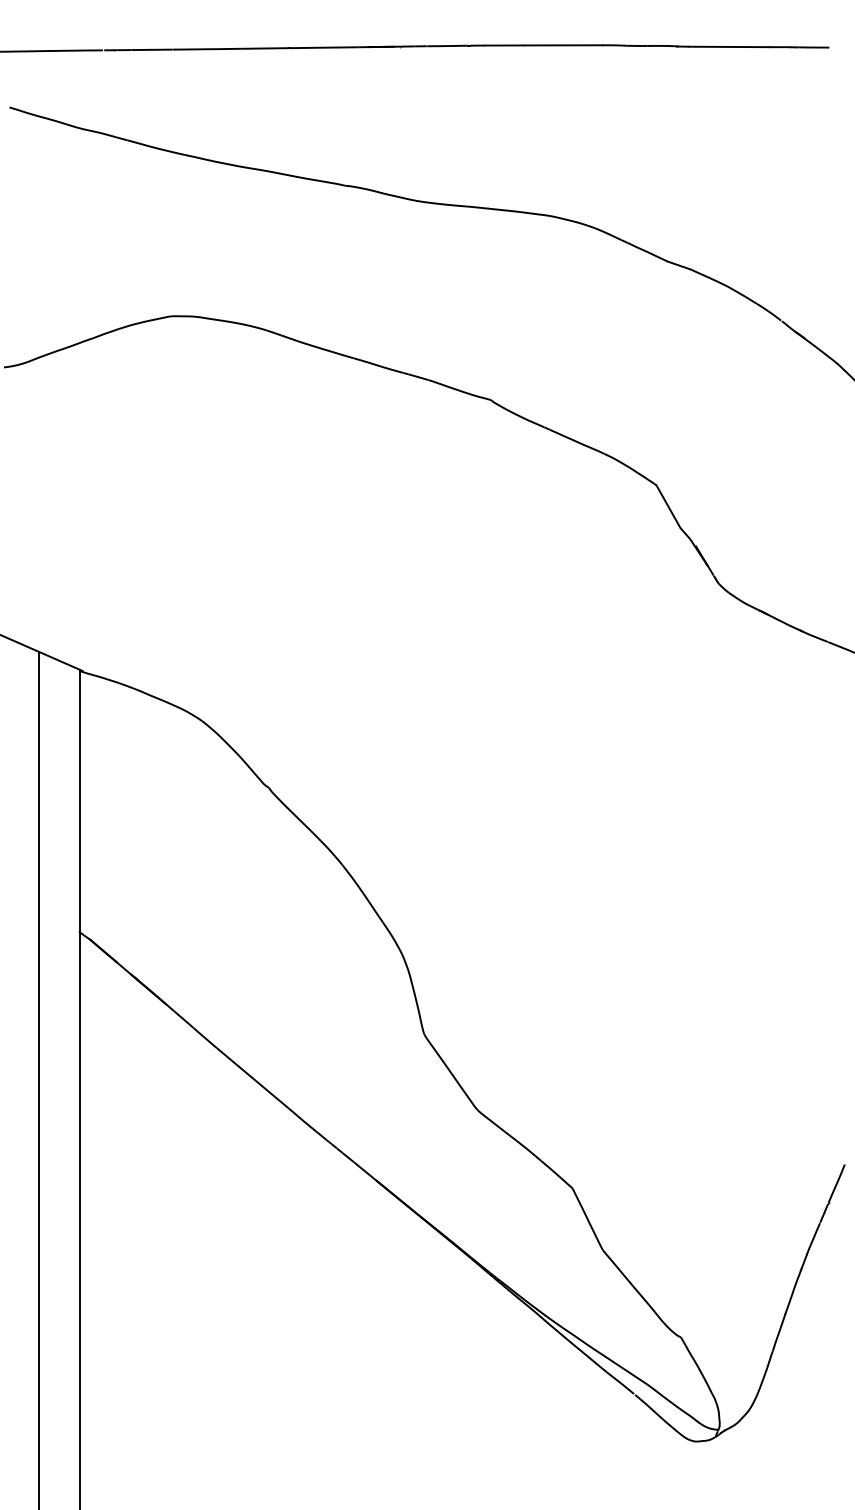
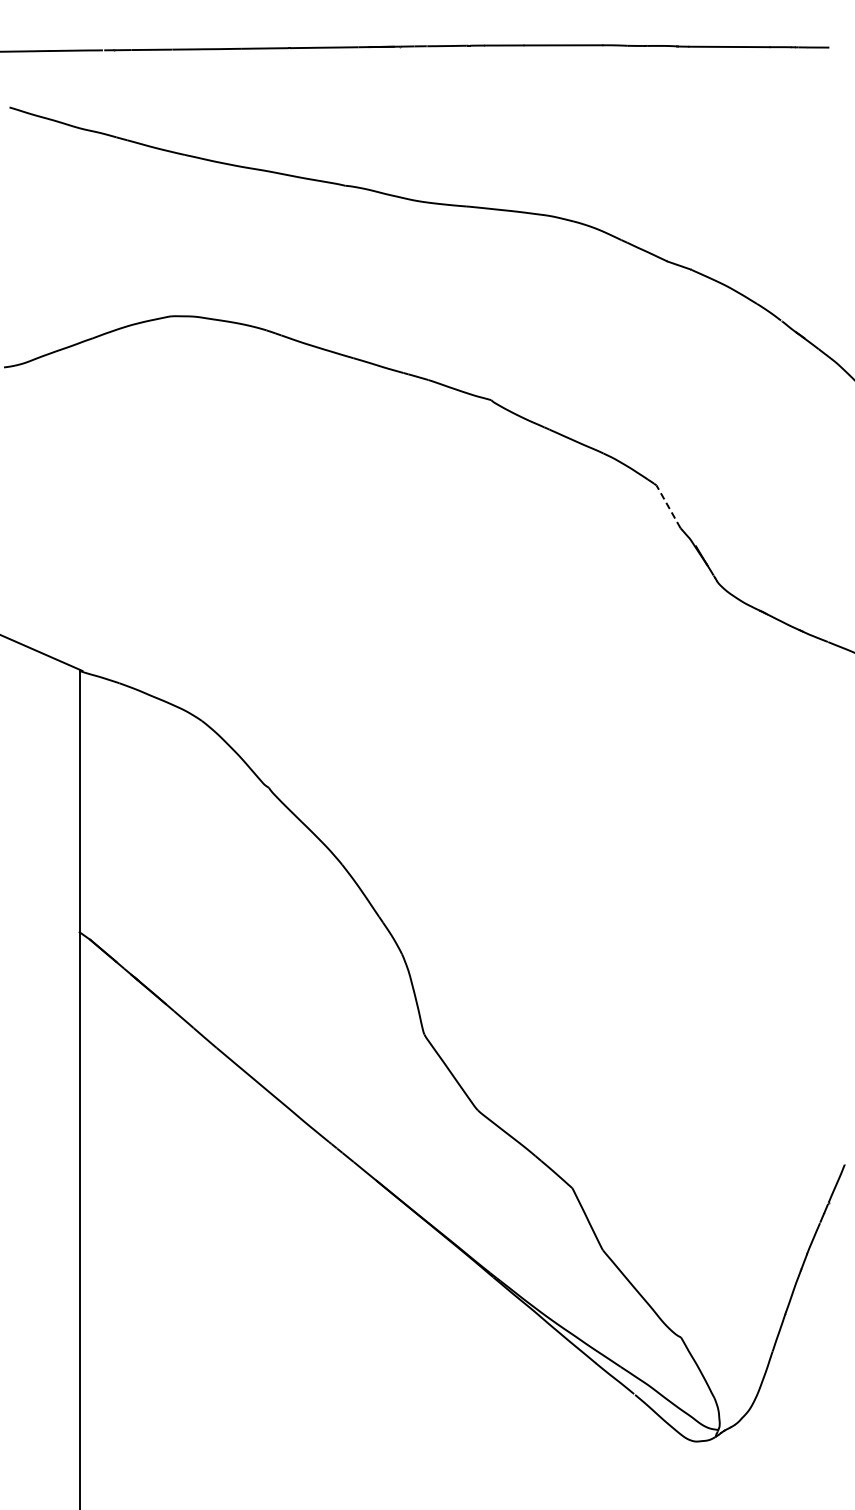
line at (668, 506): solid -> dashed
line at (39, 1079): present -> none
